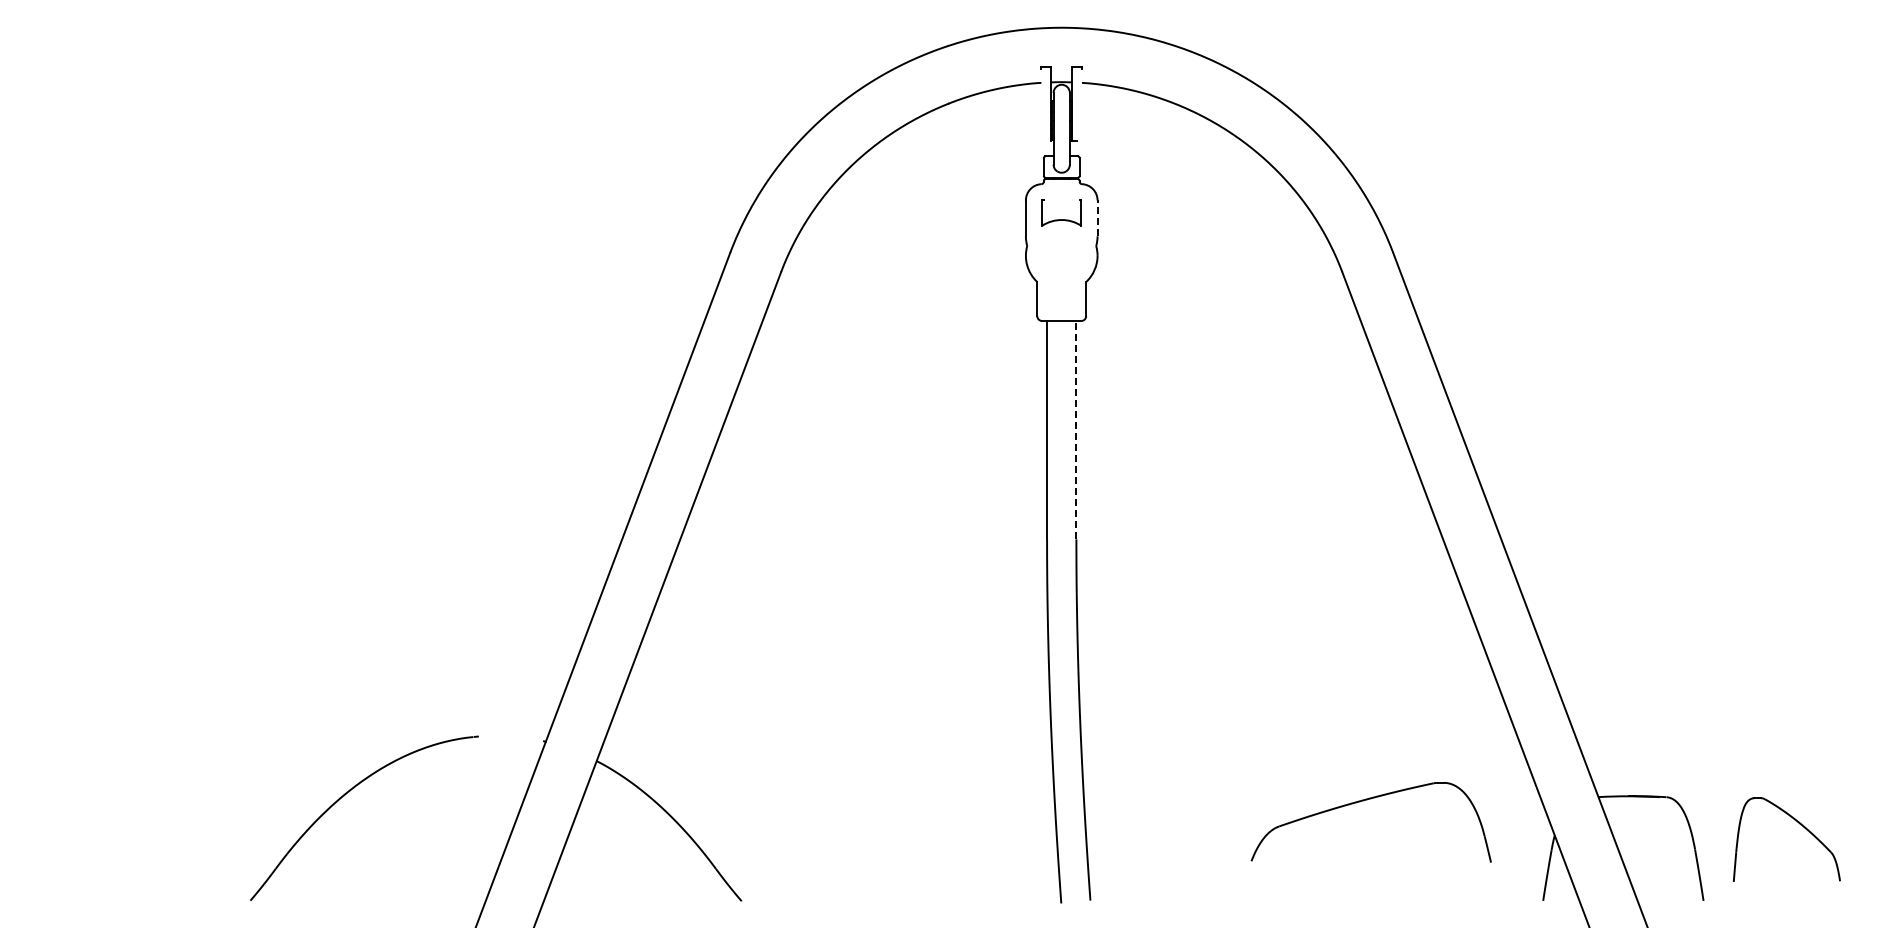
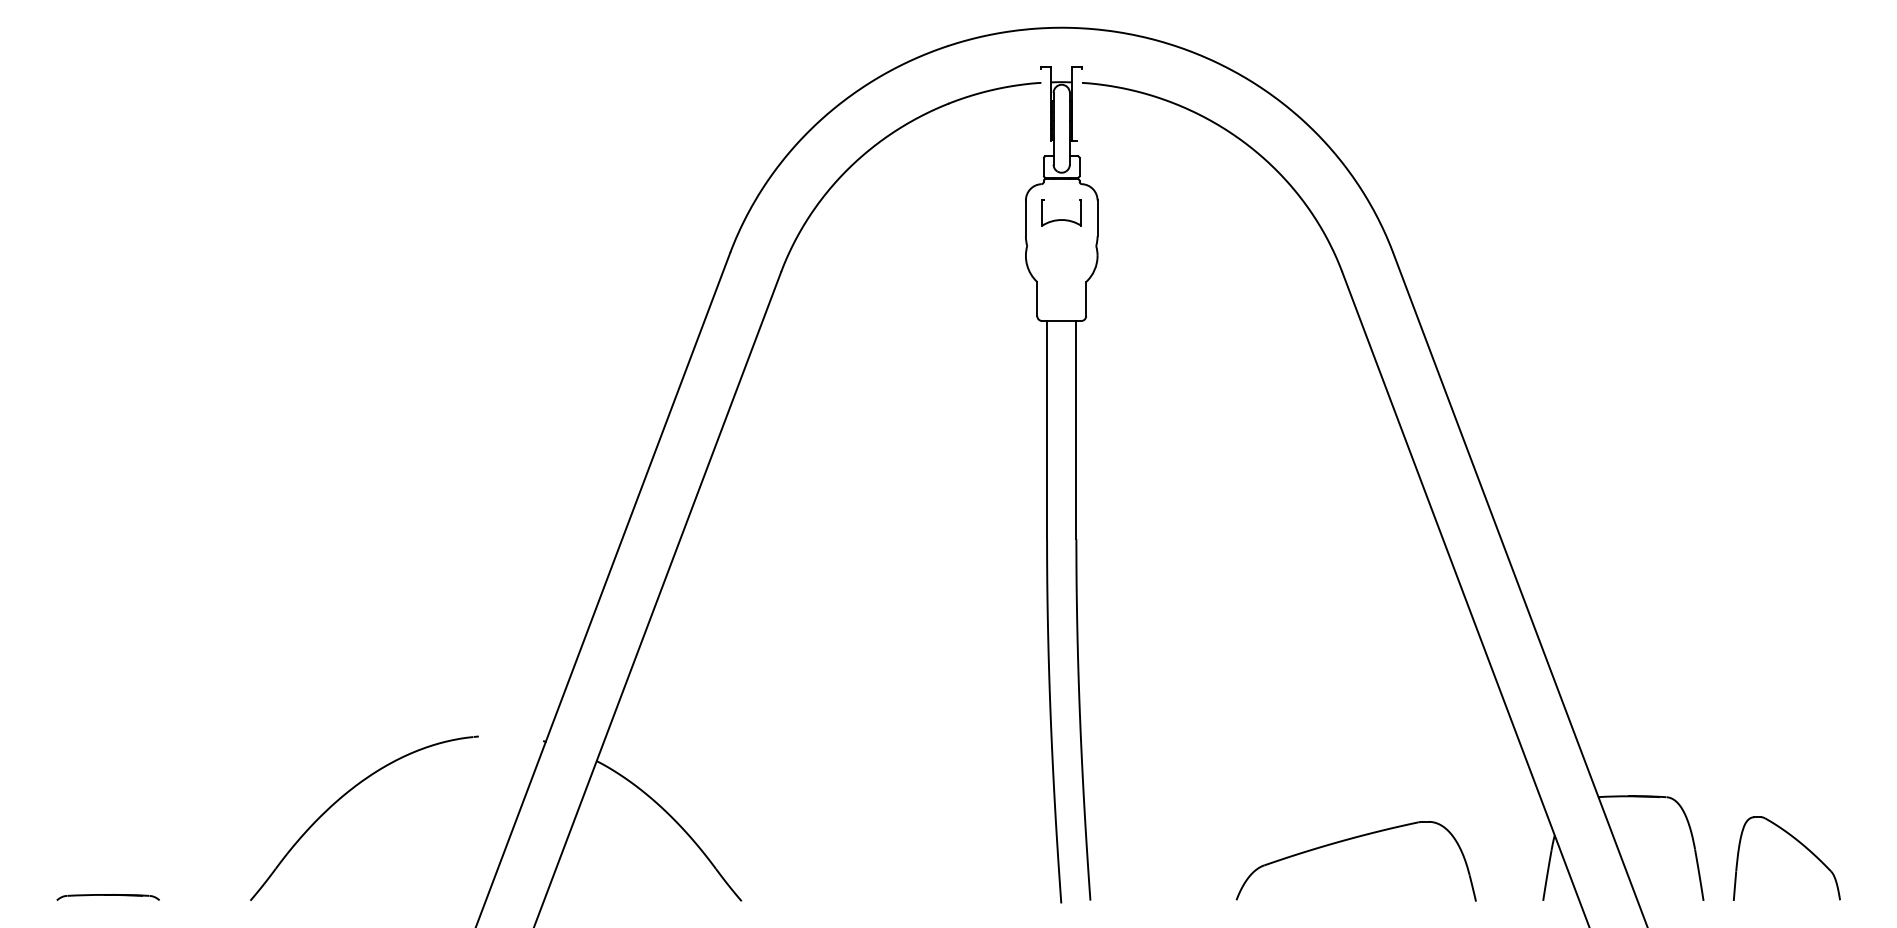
line at (1097, 218): dashed -> solid
line at (1076, 429): dashed -> solid
part at (1363, 801) position: (1363, 801) -> (1348, 840)
part at (1800, 825) position: (1800, 825) -> (1800, 844)
part at (107, 897): none -> present
